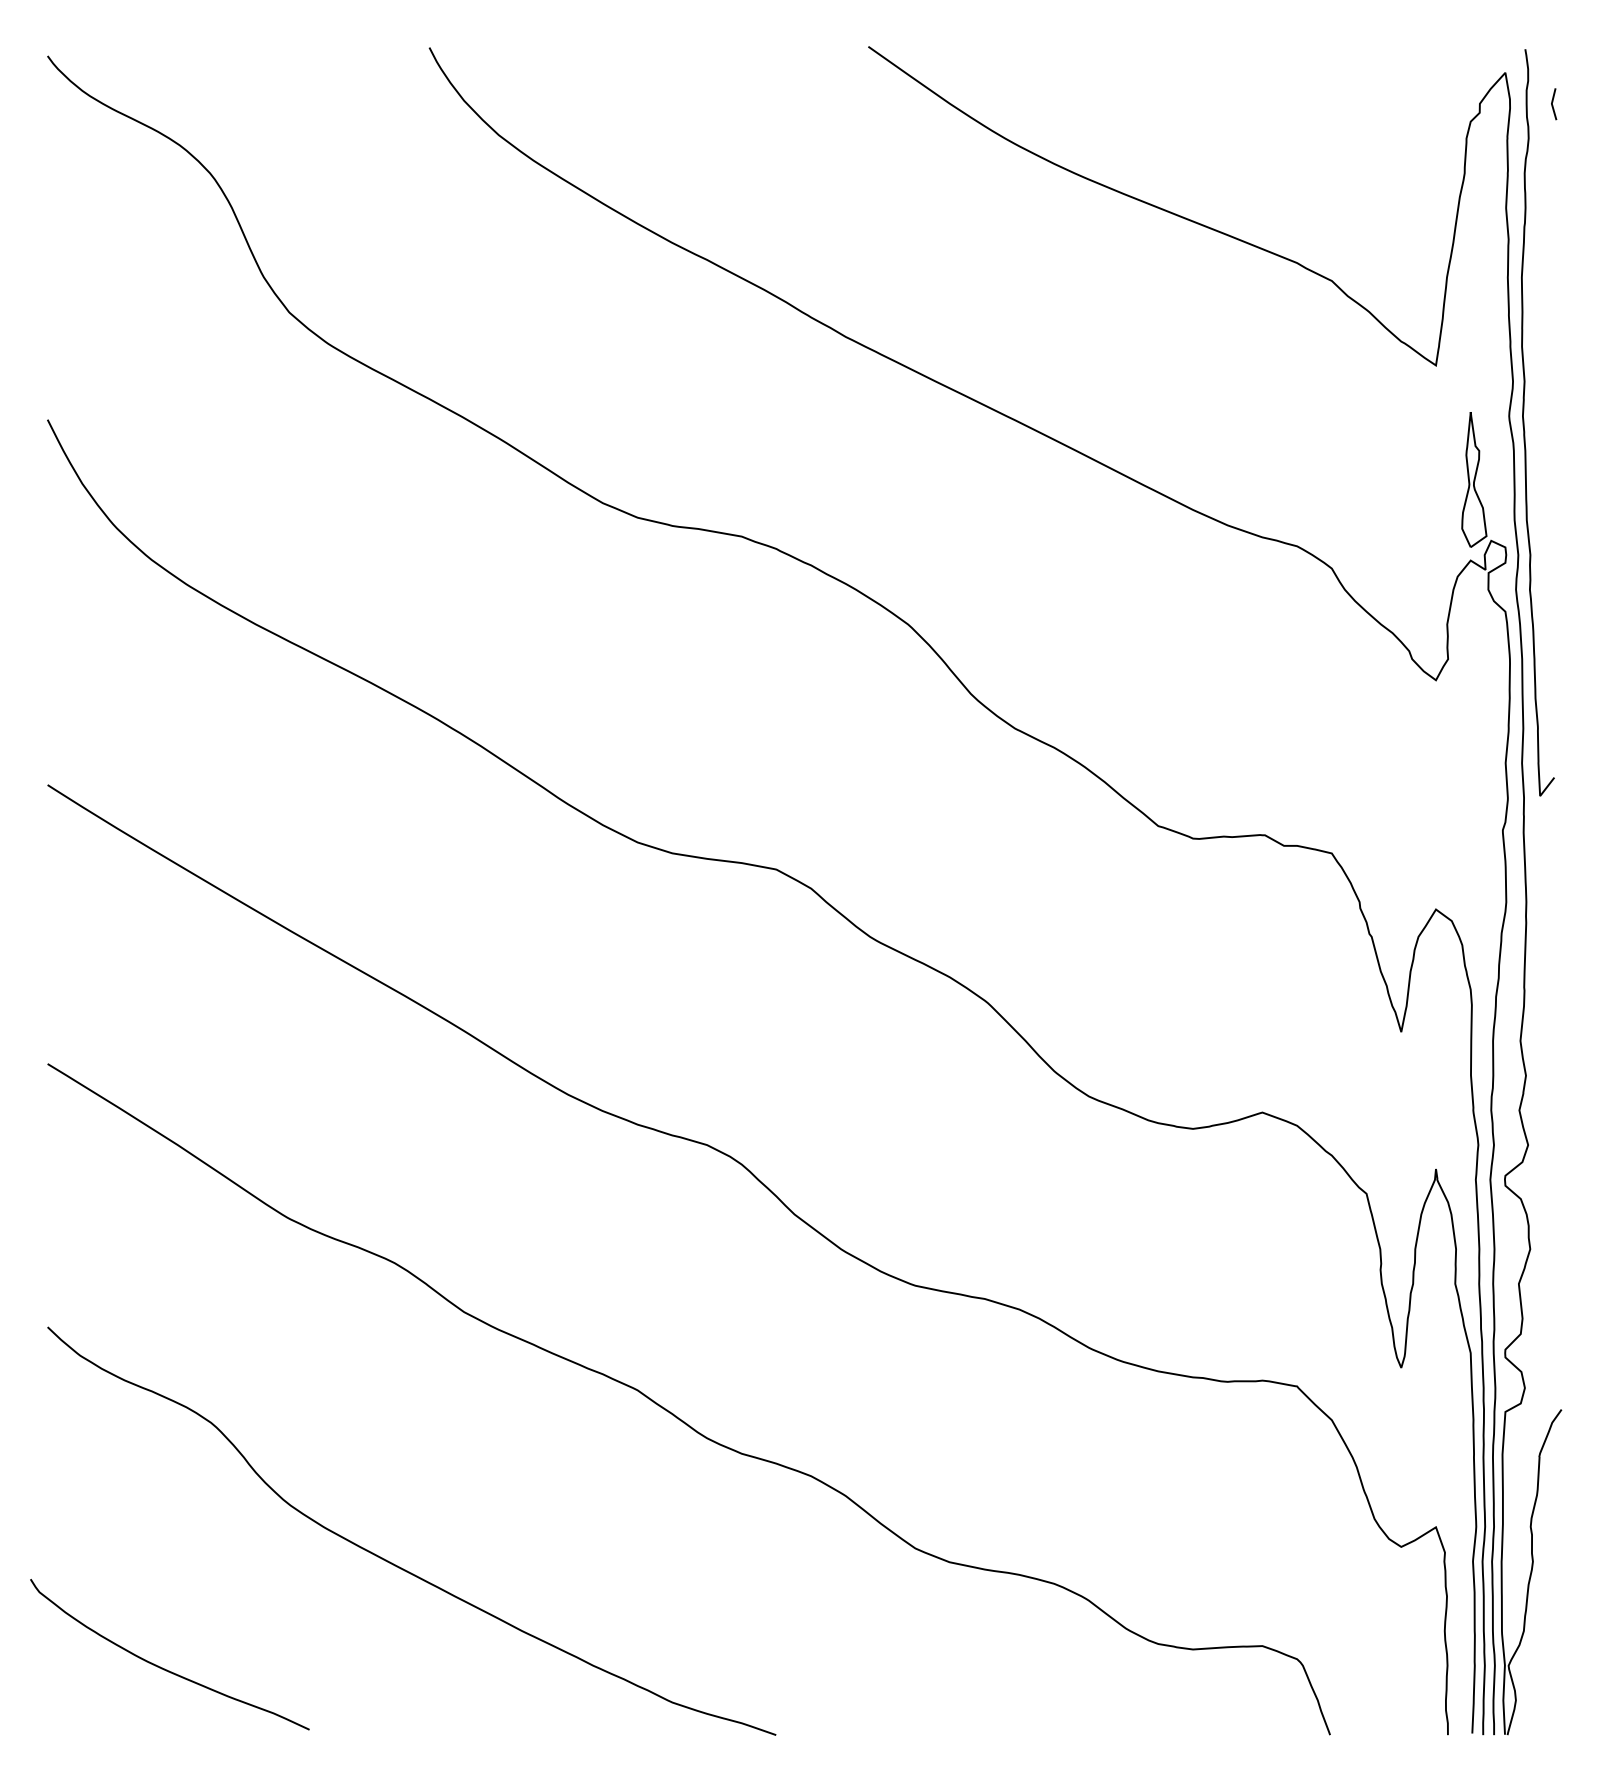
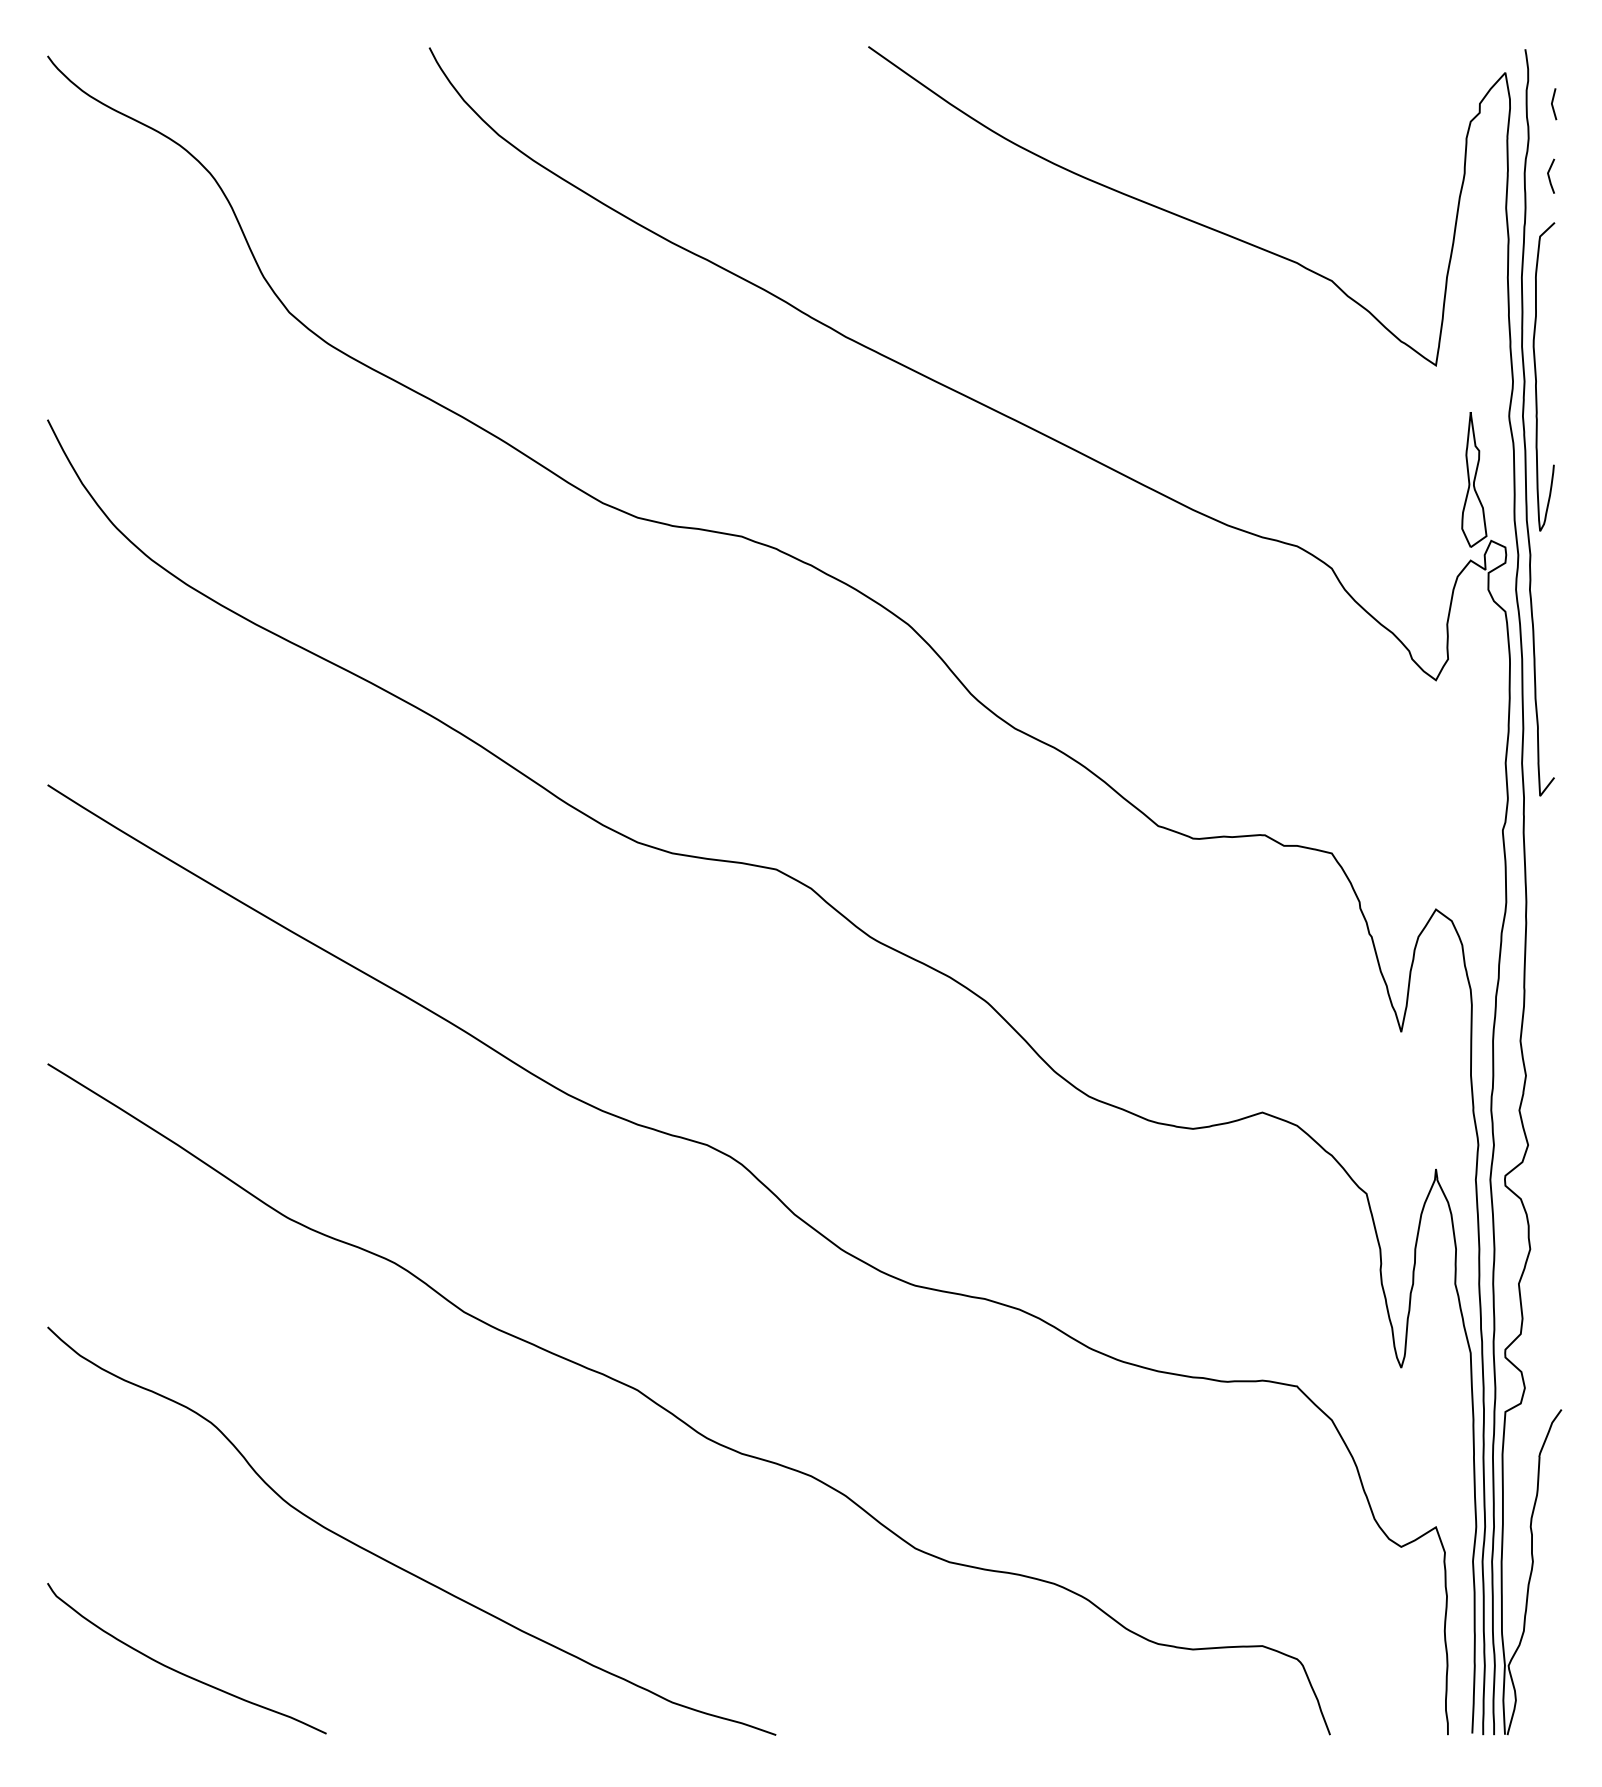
line at (1549, 175): none -> present
curve at (1536, 376): none -> present
curve at (162, 1667) position: (162, 1667) -> (179, 1671)
